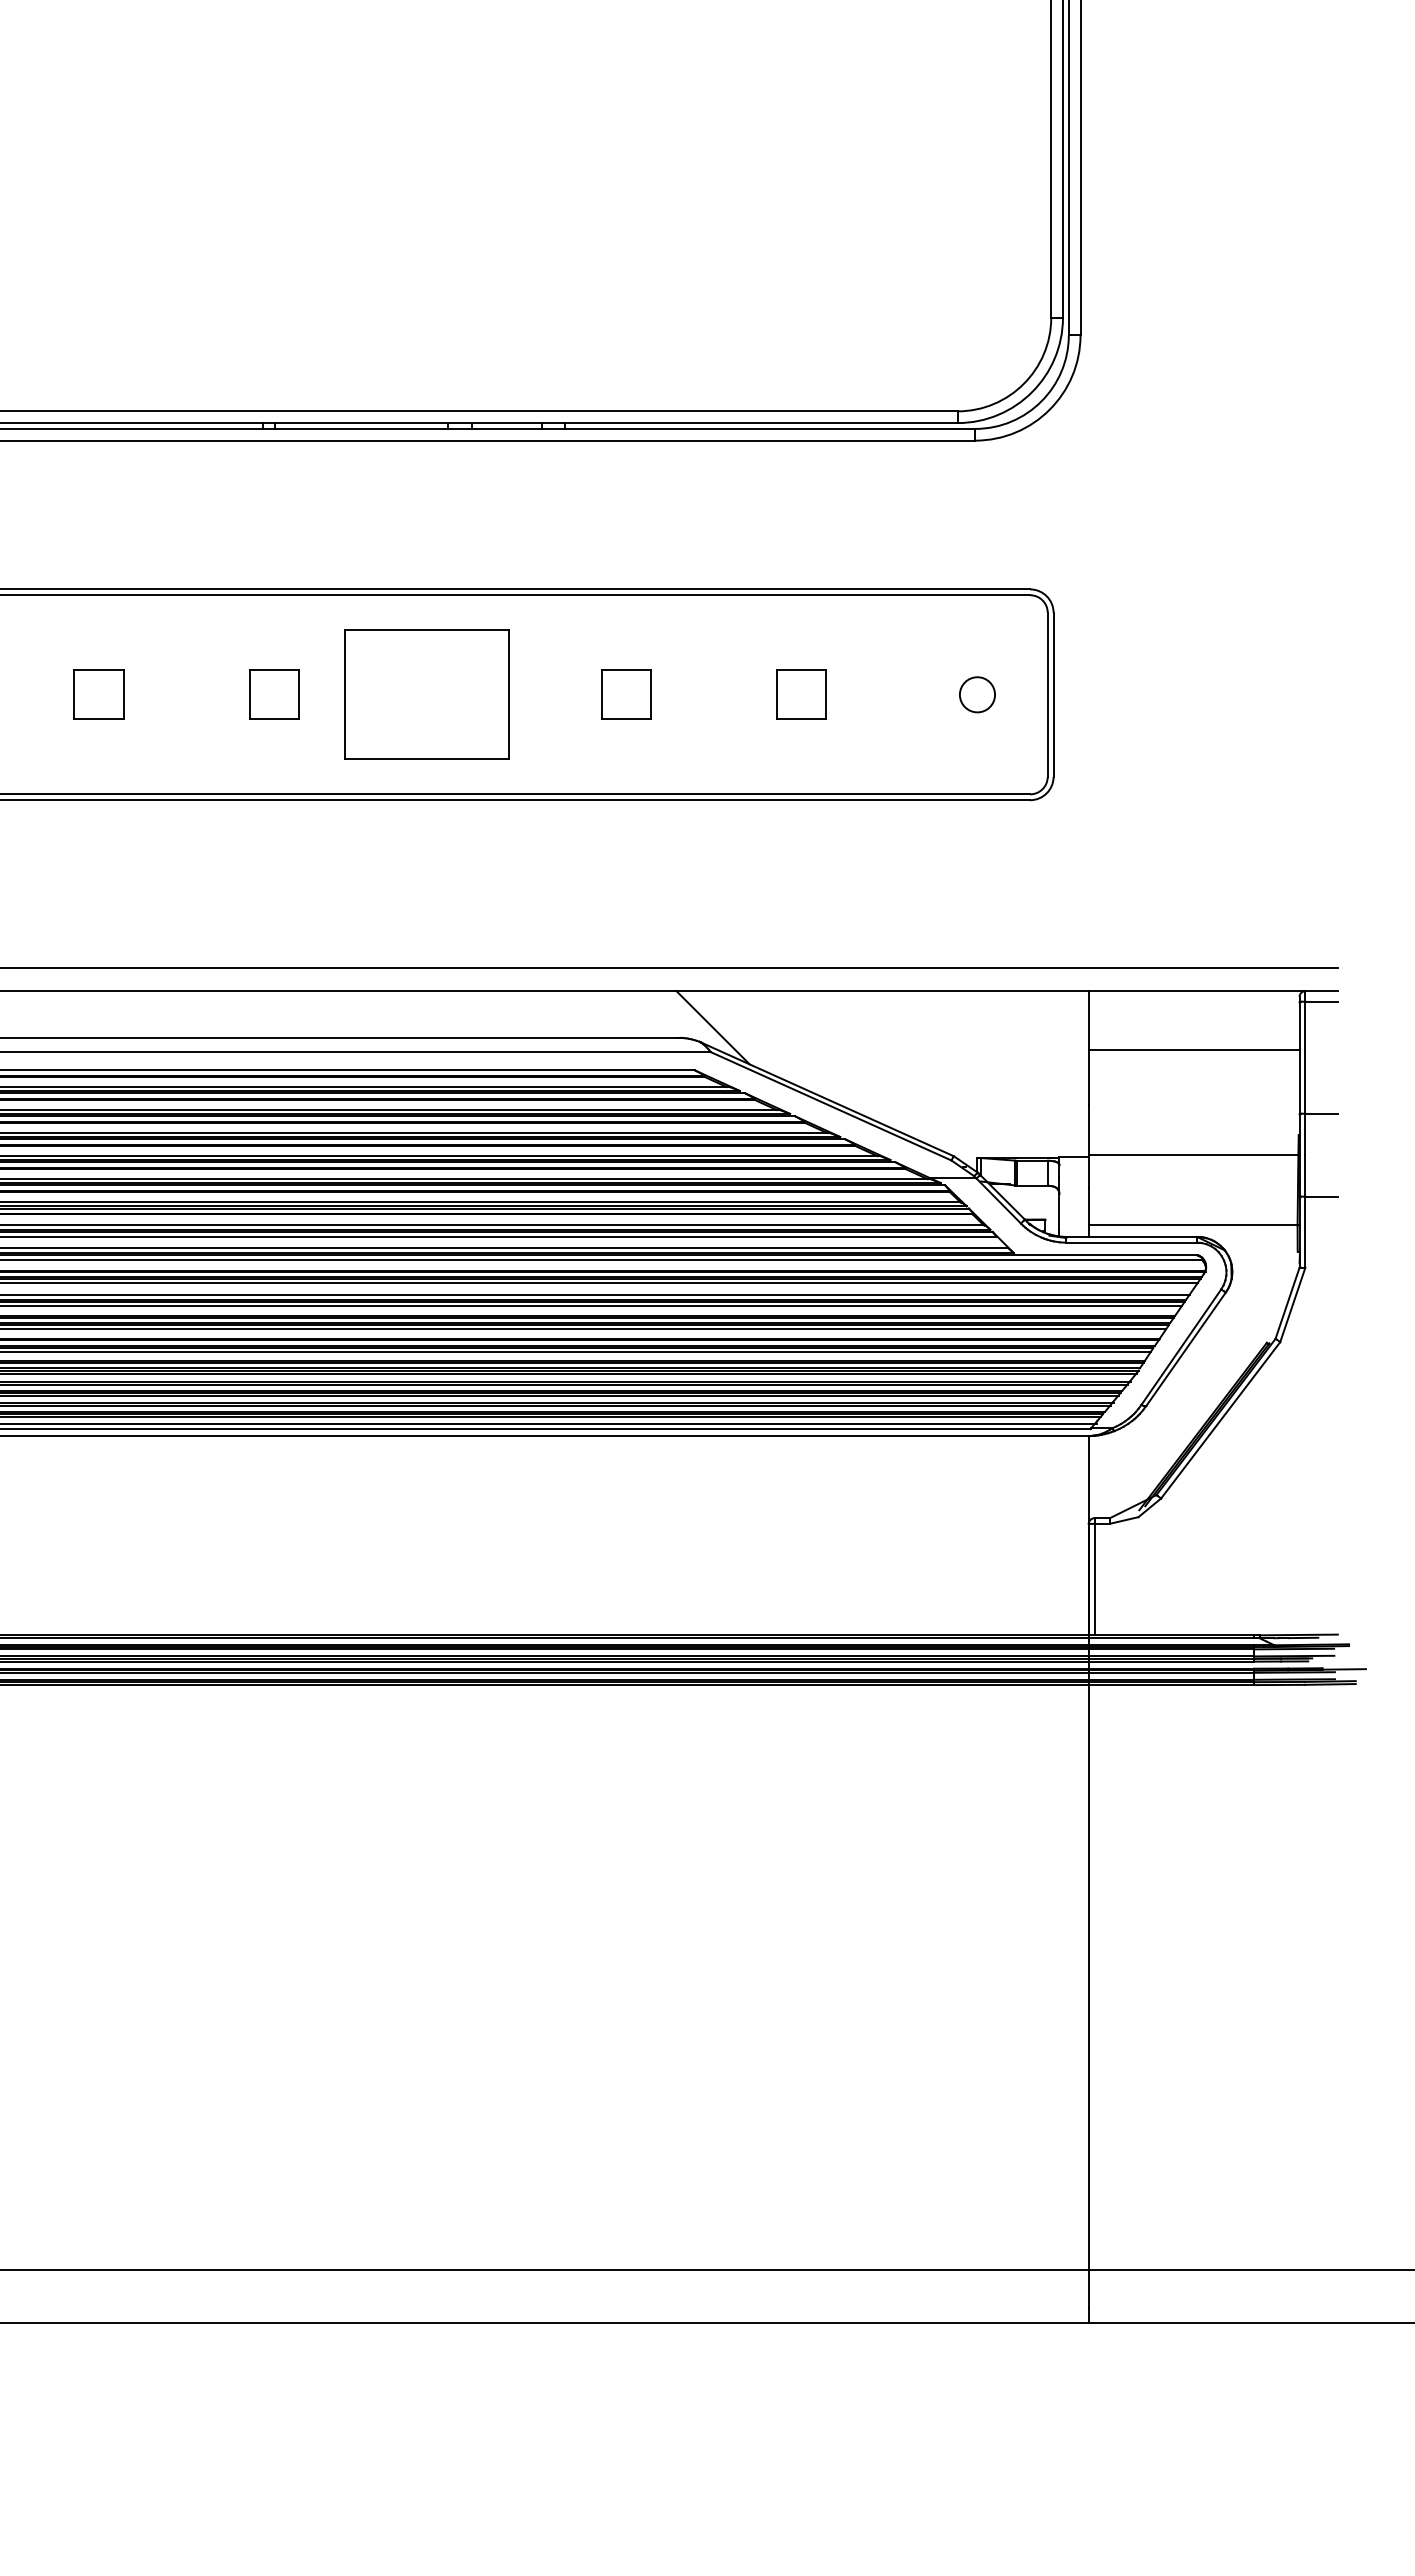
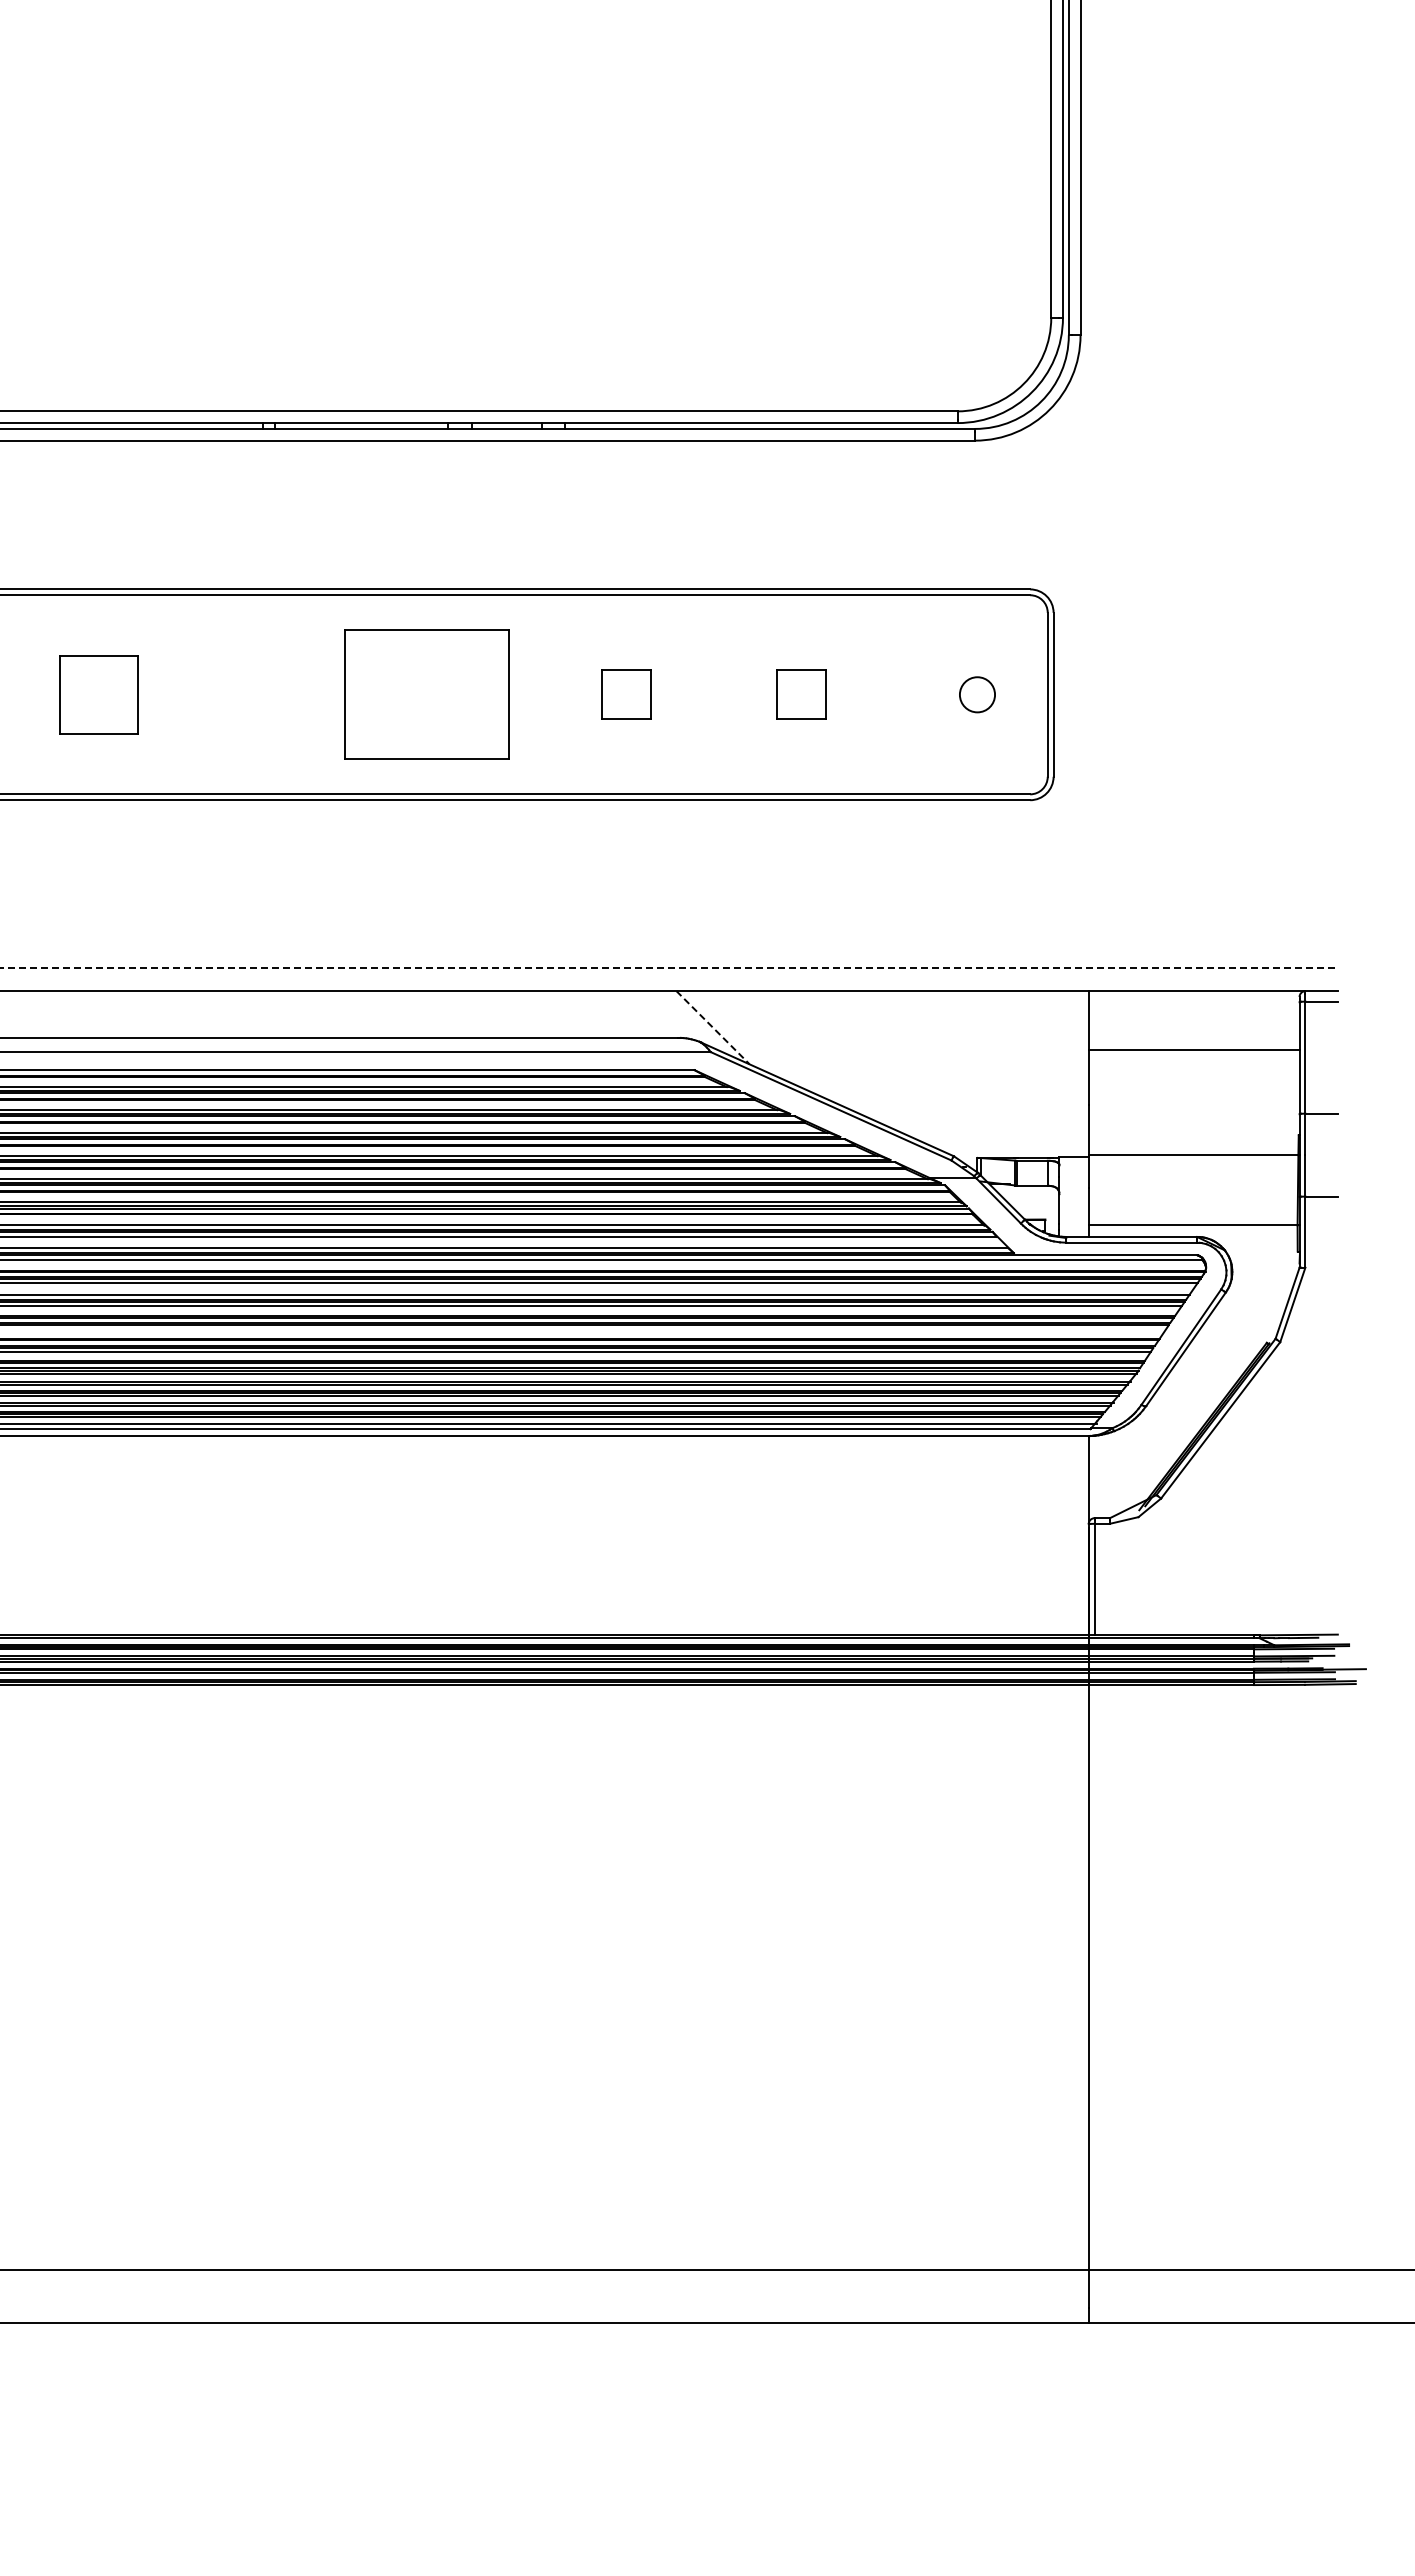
part at (98, 694) size: 52x51 px -> 80x80 px
part at (274, 694): present -> none
line at (669, 967): solid -> dashed
line at (713, 1027): solid -> dashed
line at (584, 1328): present -> none
